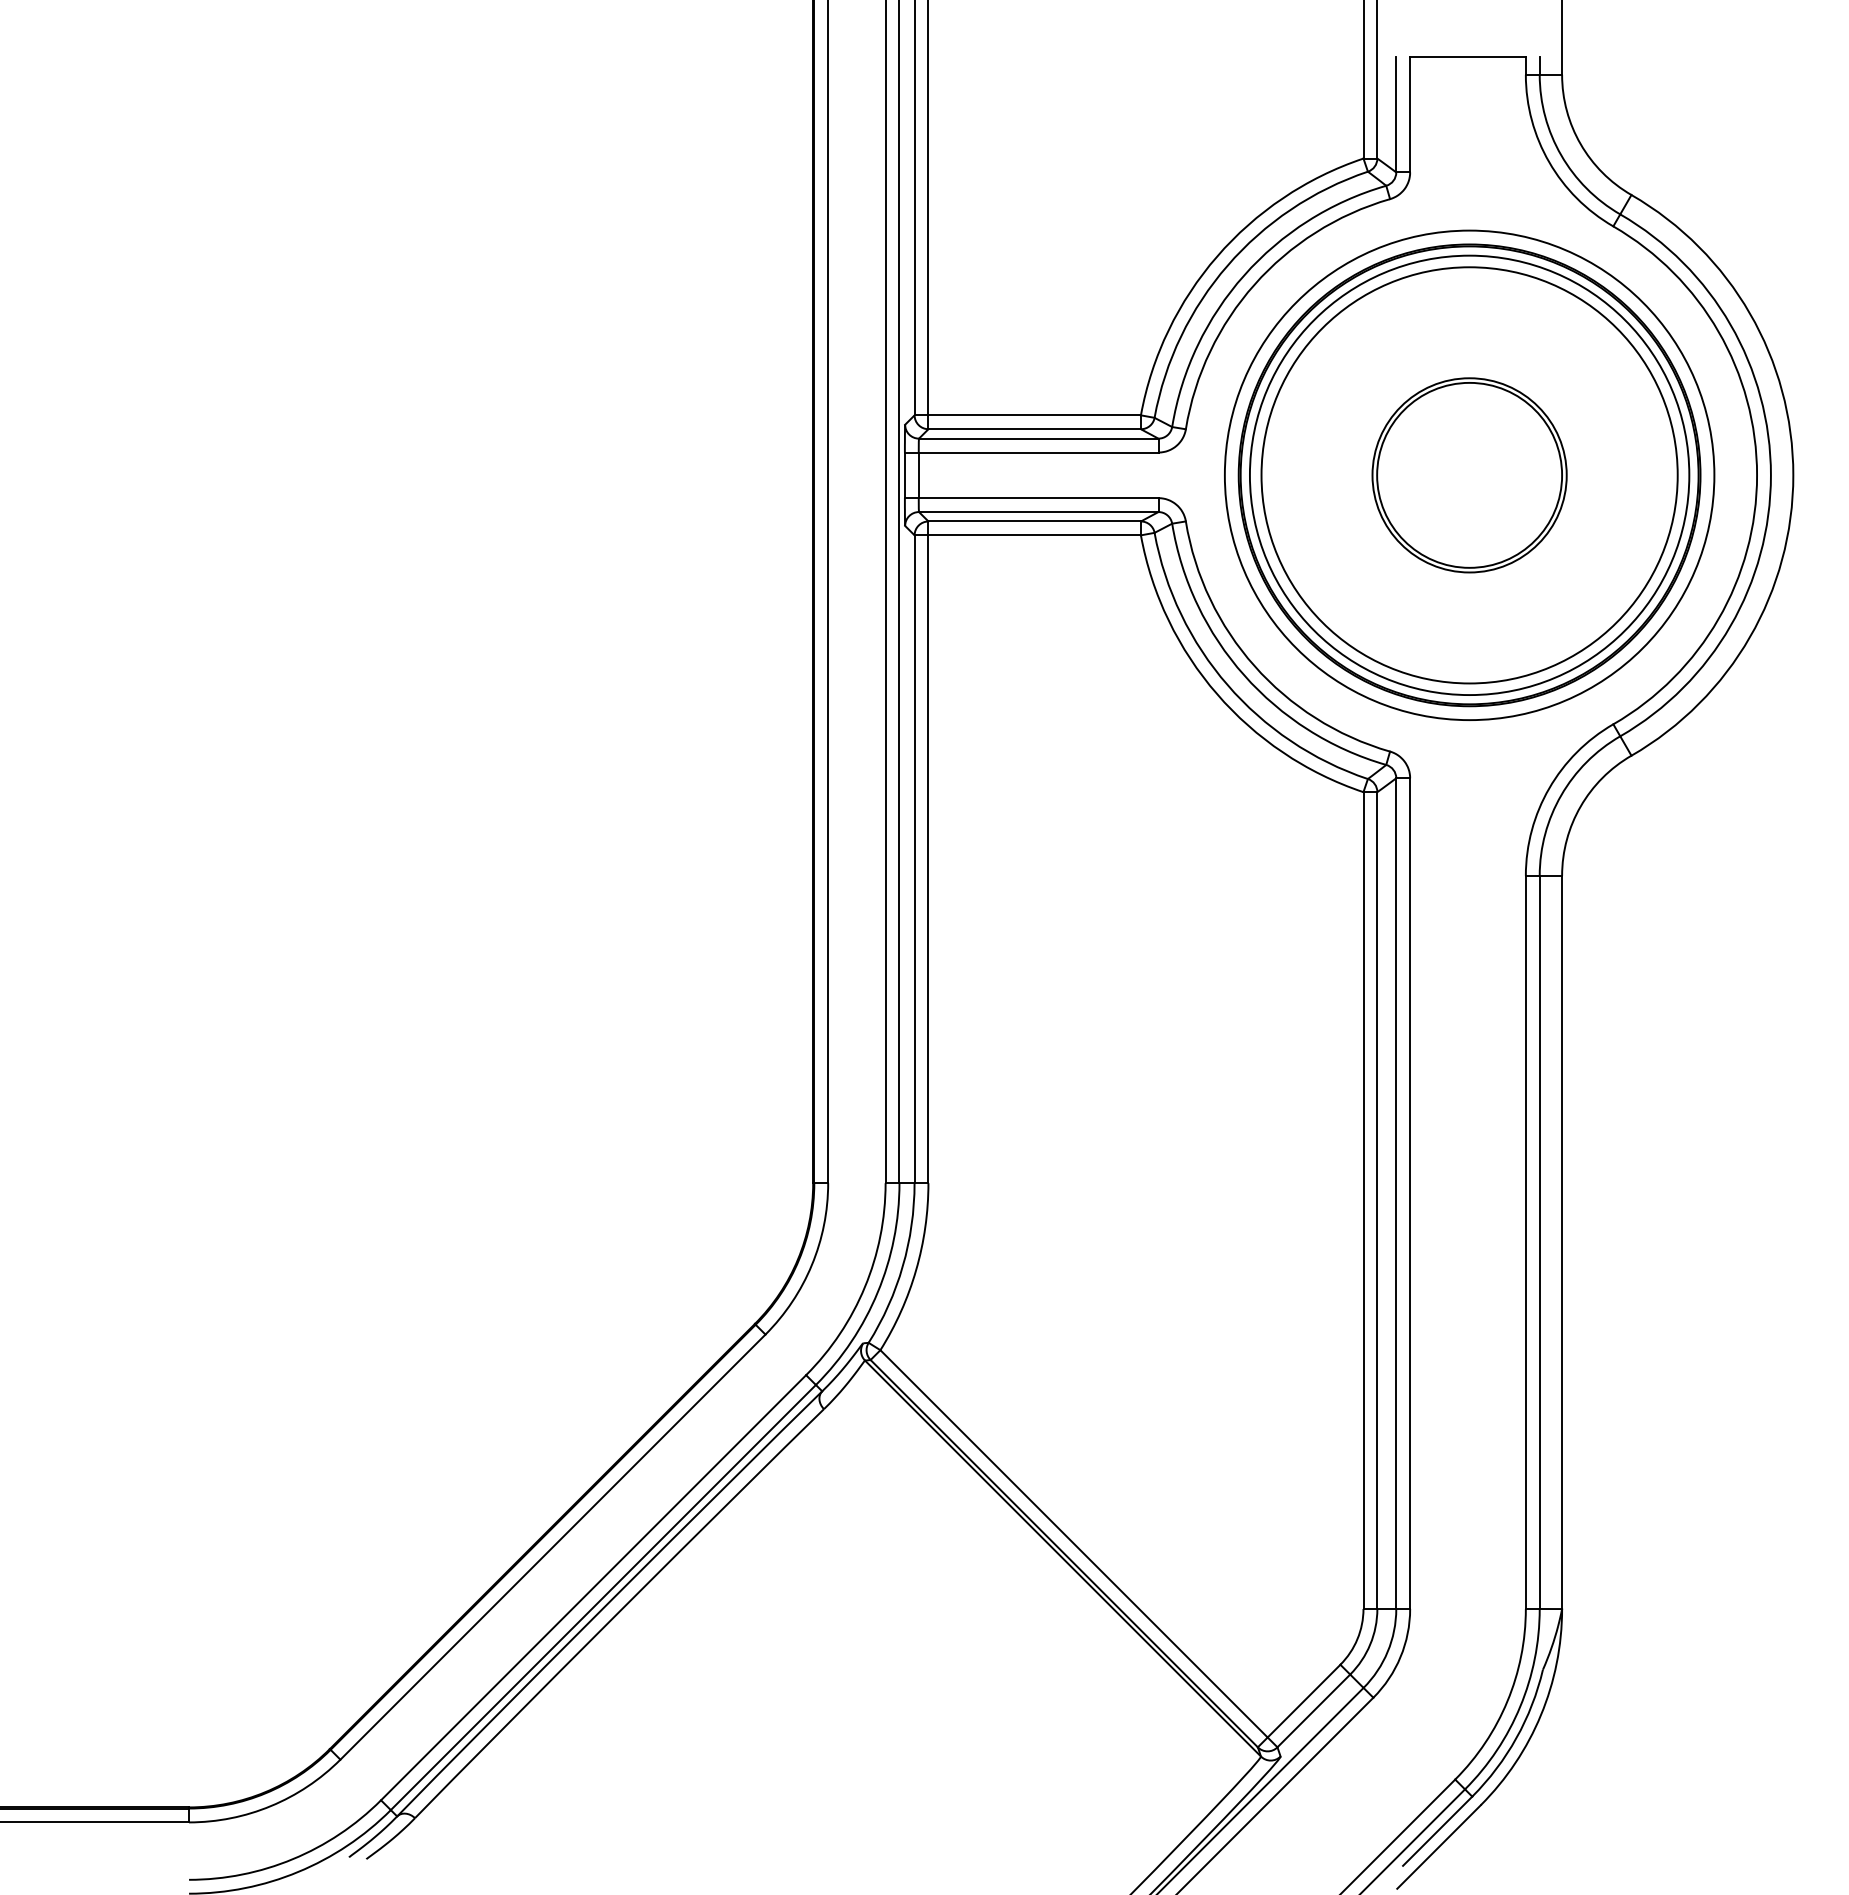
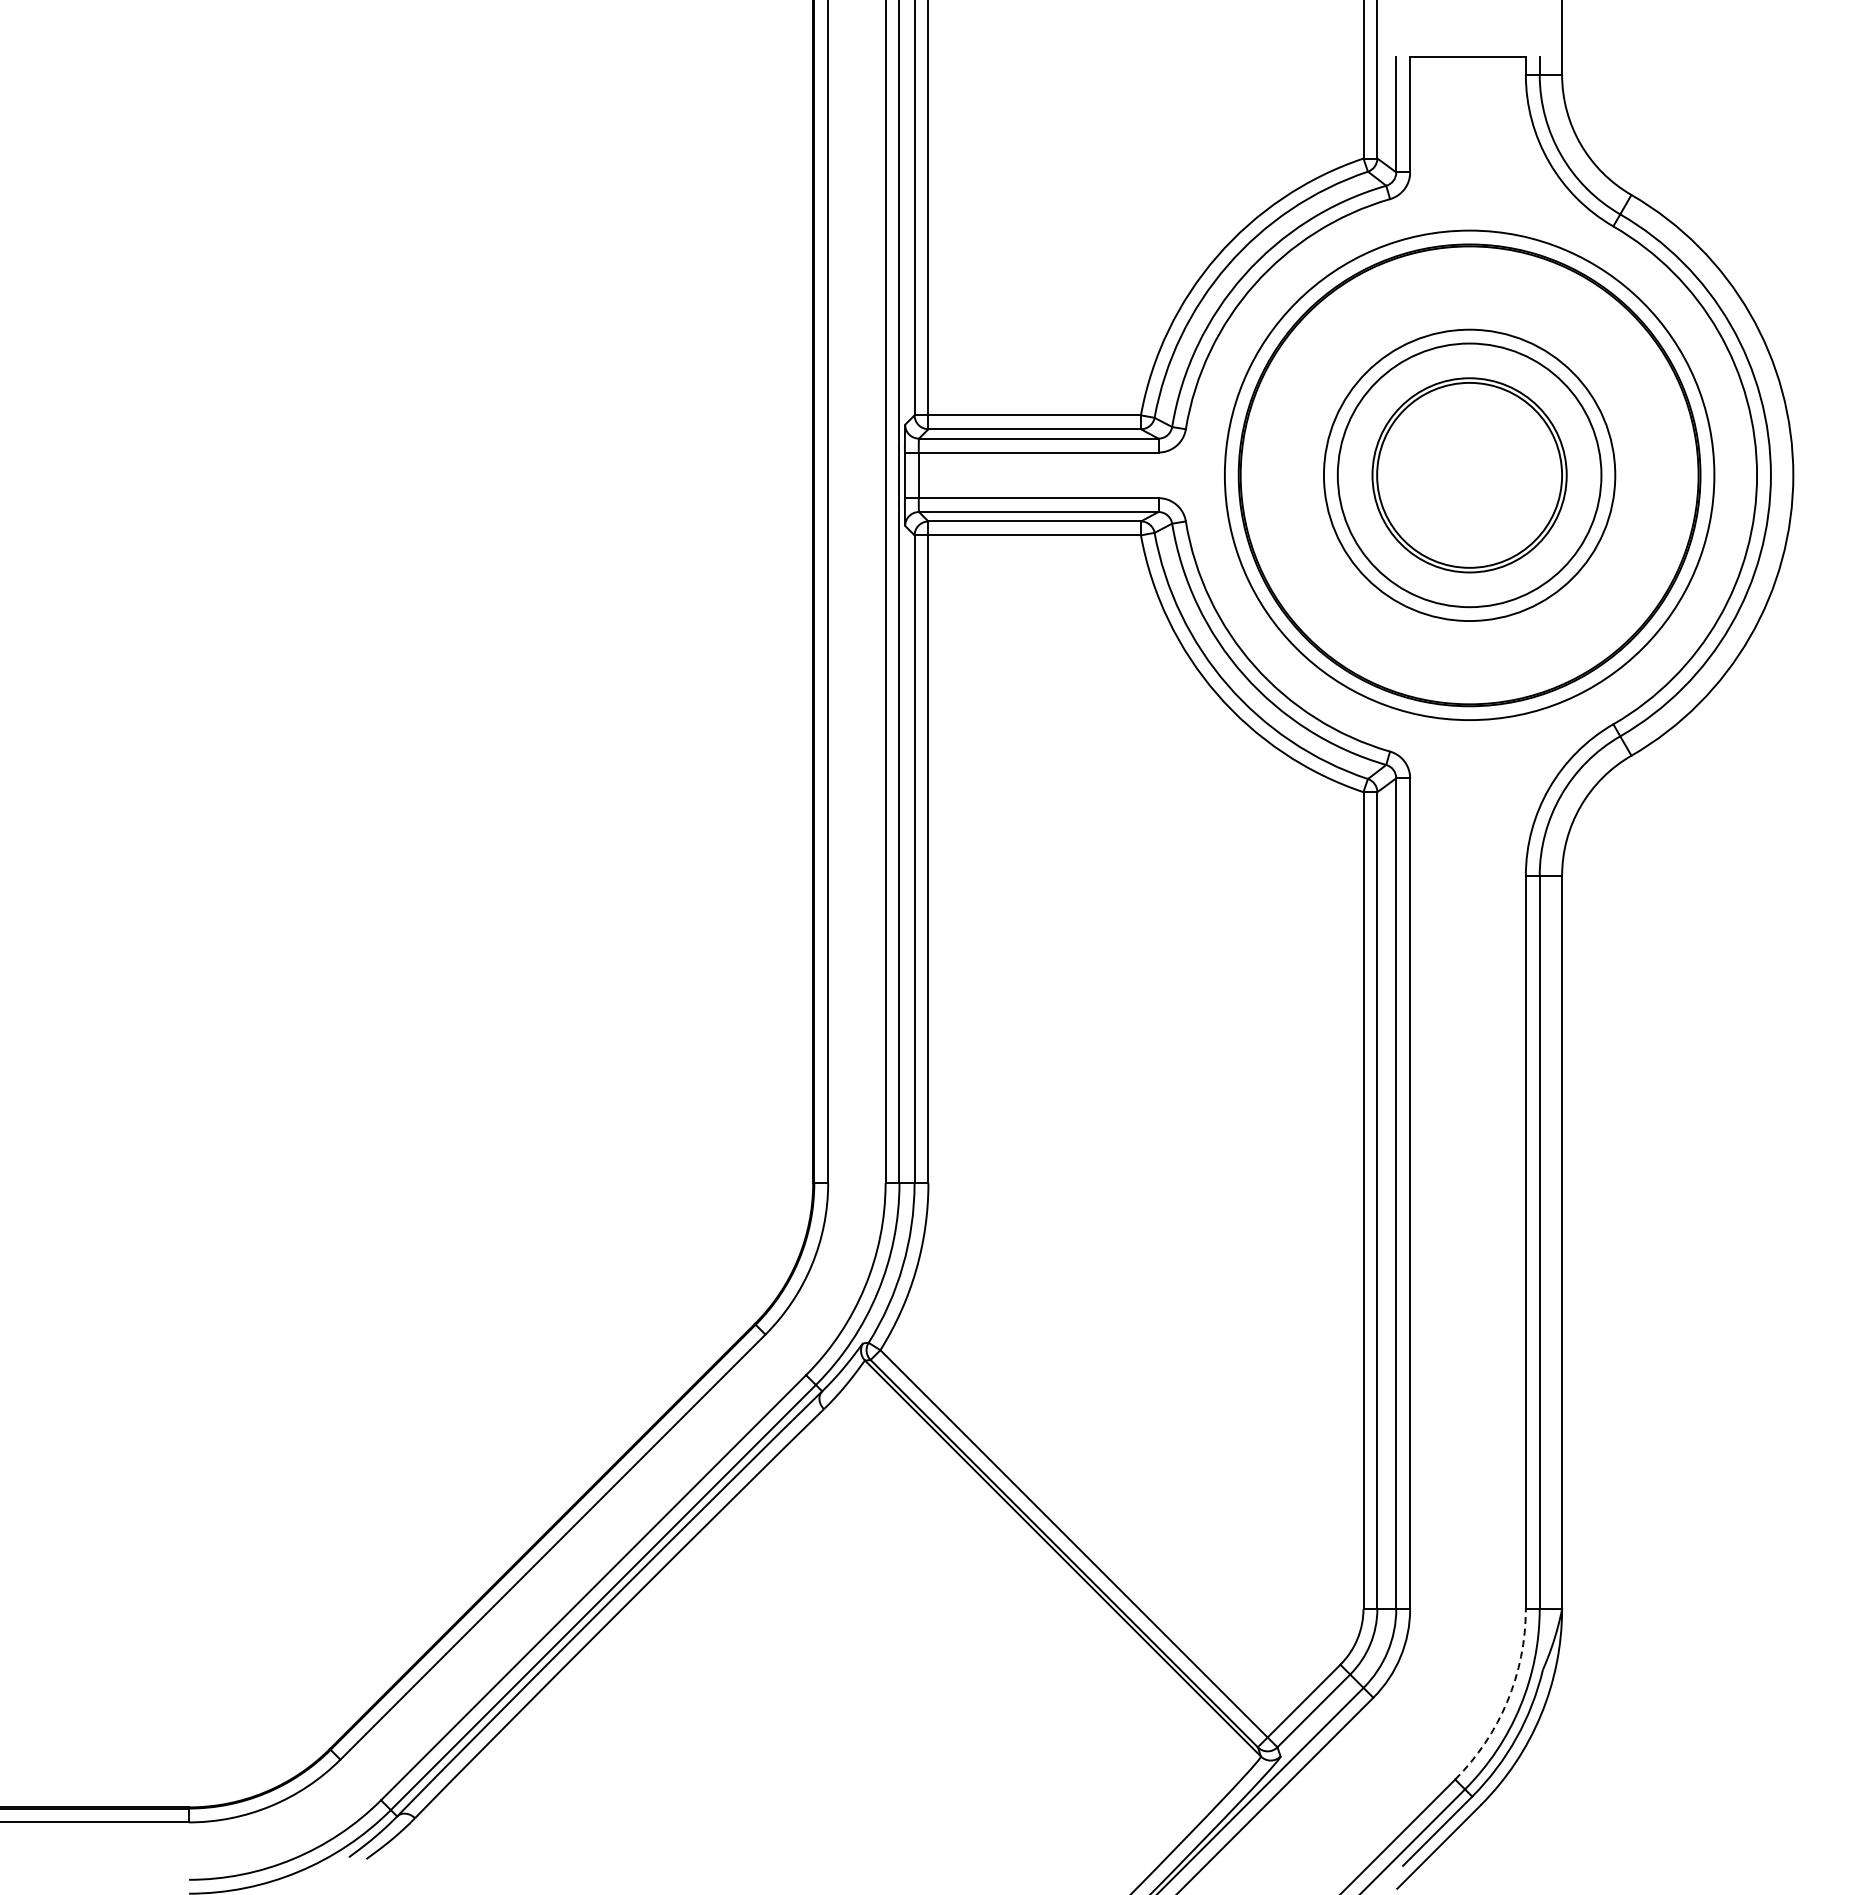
circle at (1469, 475) diameter: 416 px -> 291 px
circle at (1469, 475) diameter: 439 px -> 264 px
arc at (1507, 1701): solid -> dashed
